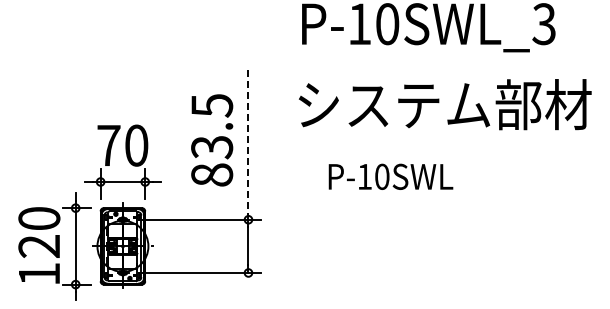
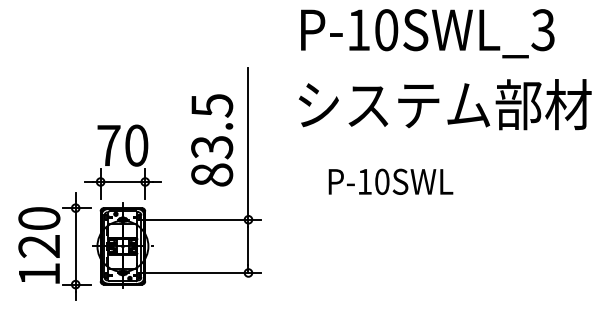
text at (428, 27) position: (428, 27) -> (427, 33)
line at (248, 144): dashed -> solid
text at (390, 176) position: (390, 176) -> (390, 181)
